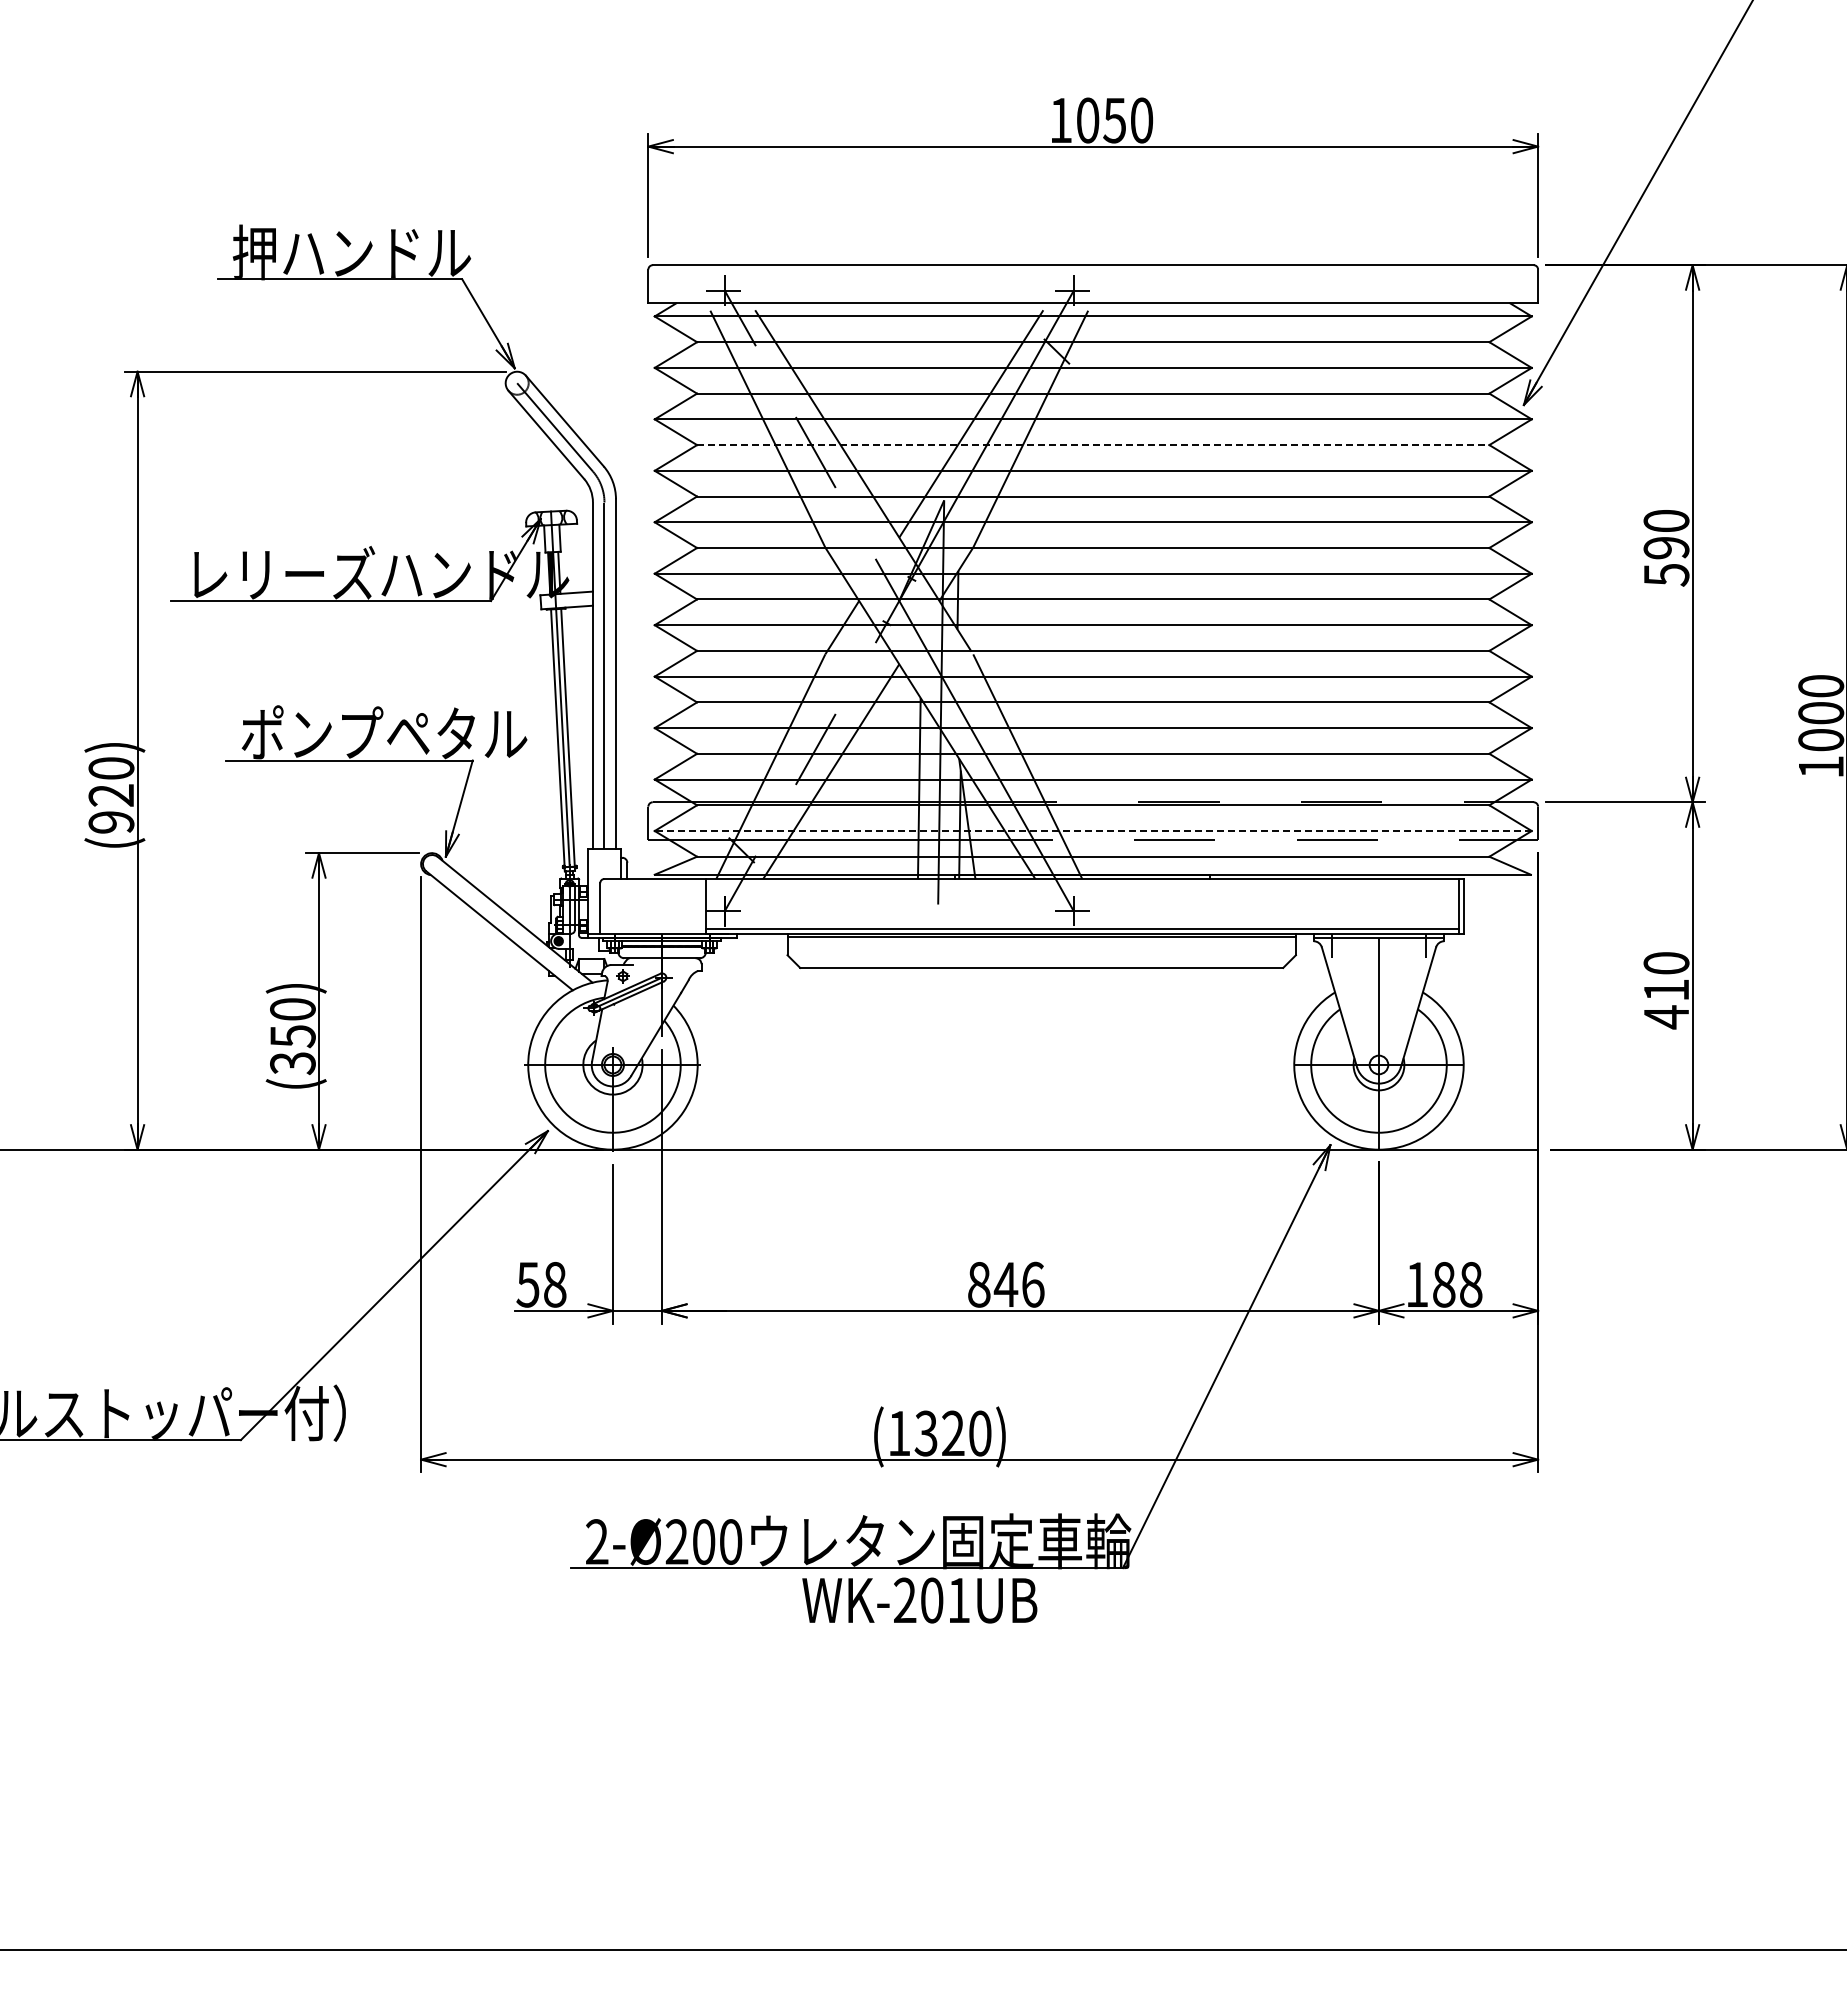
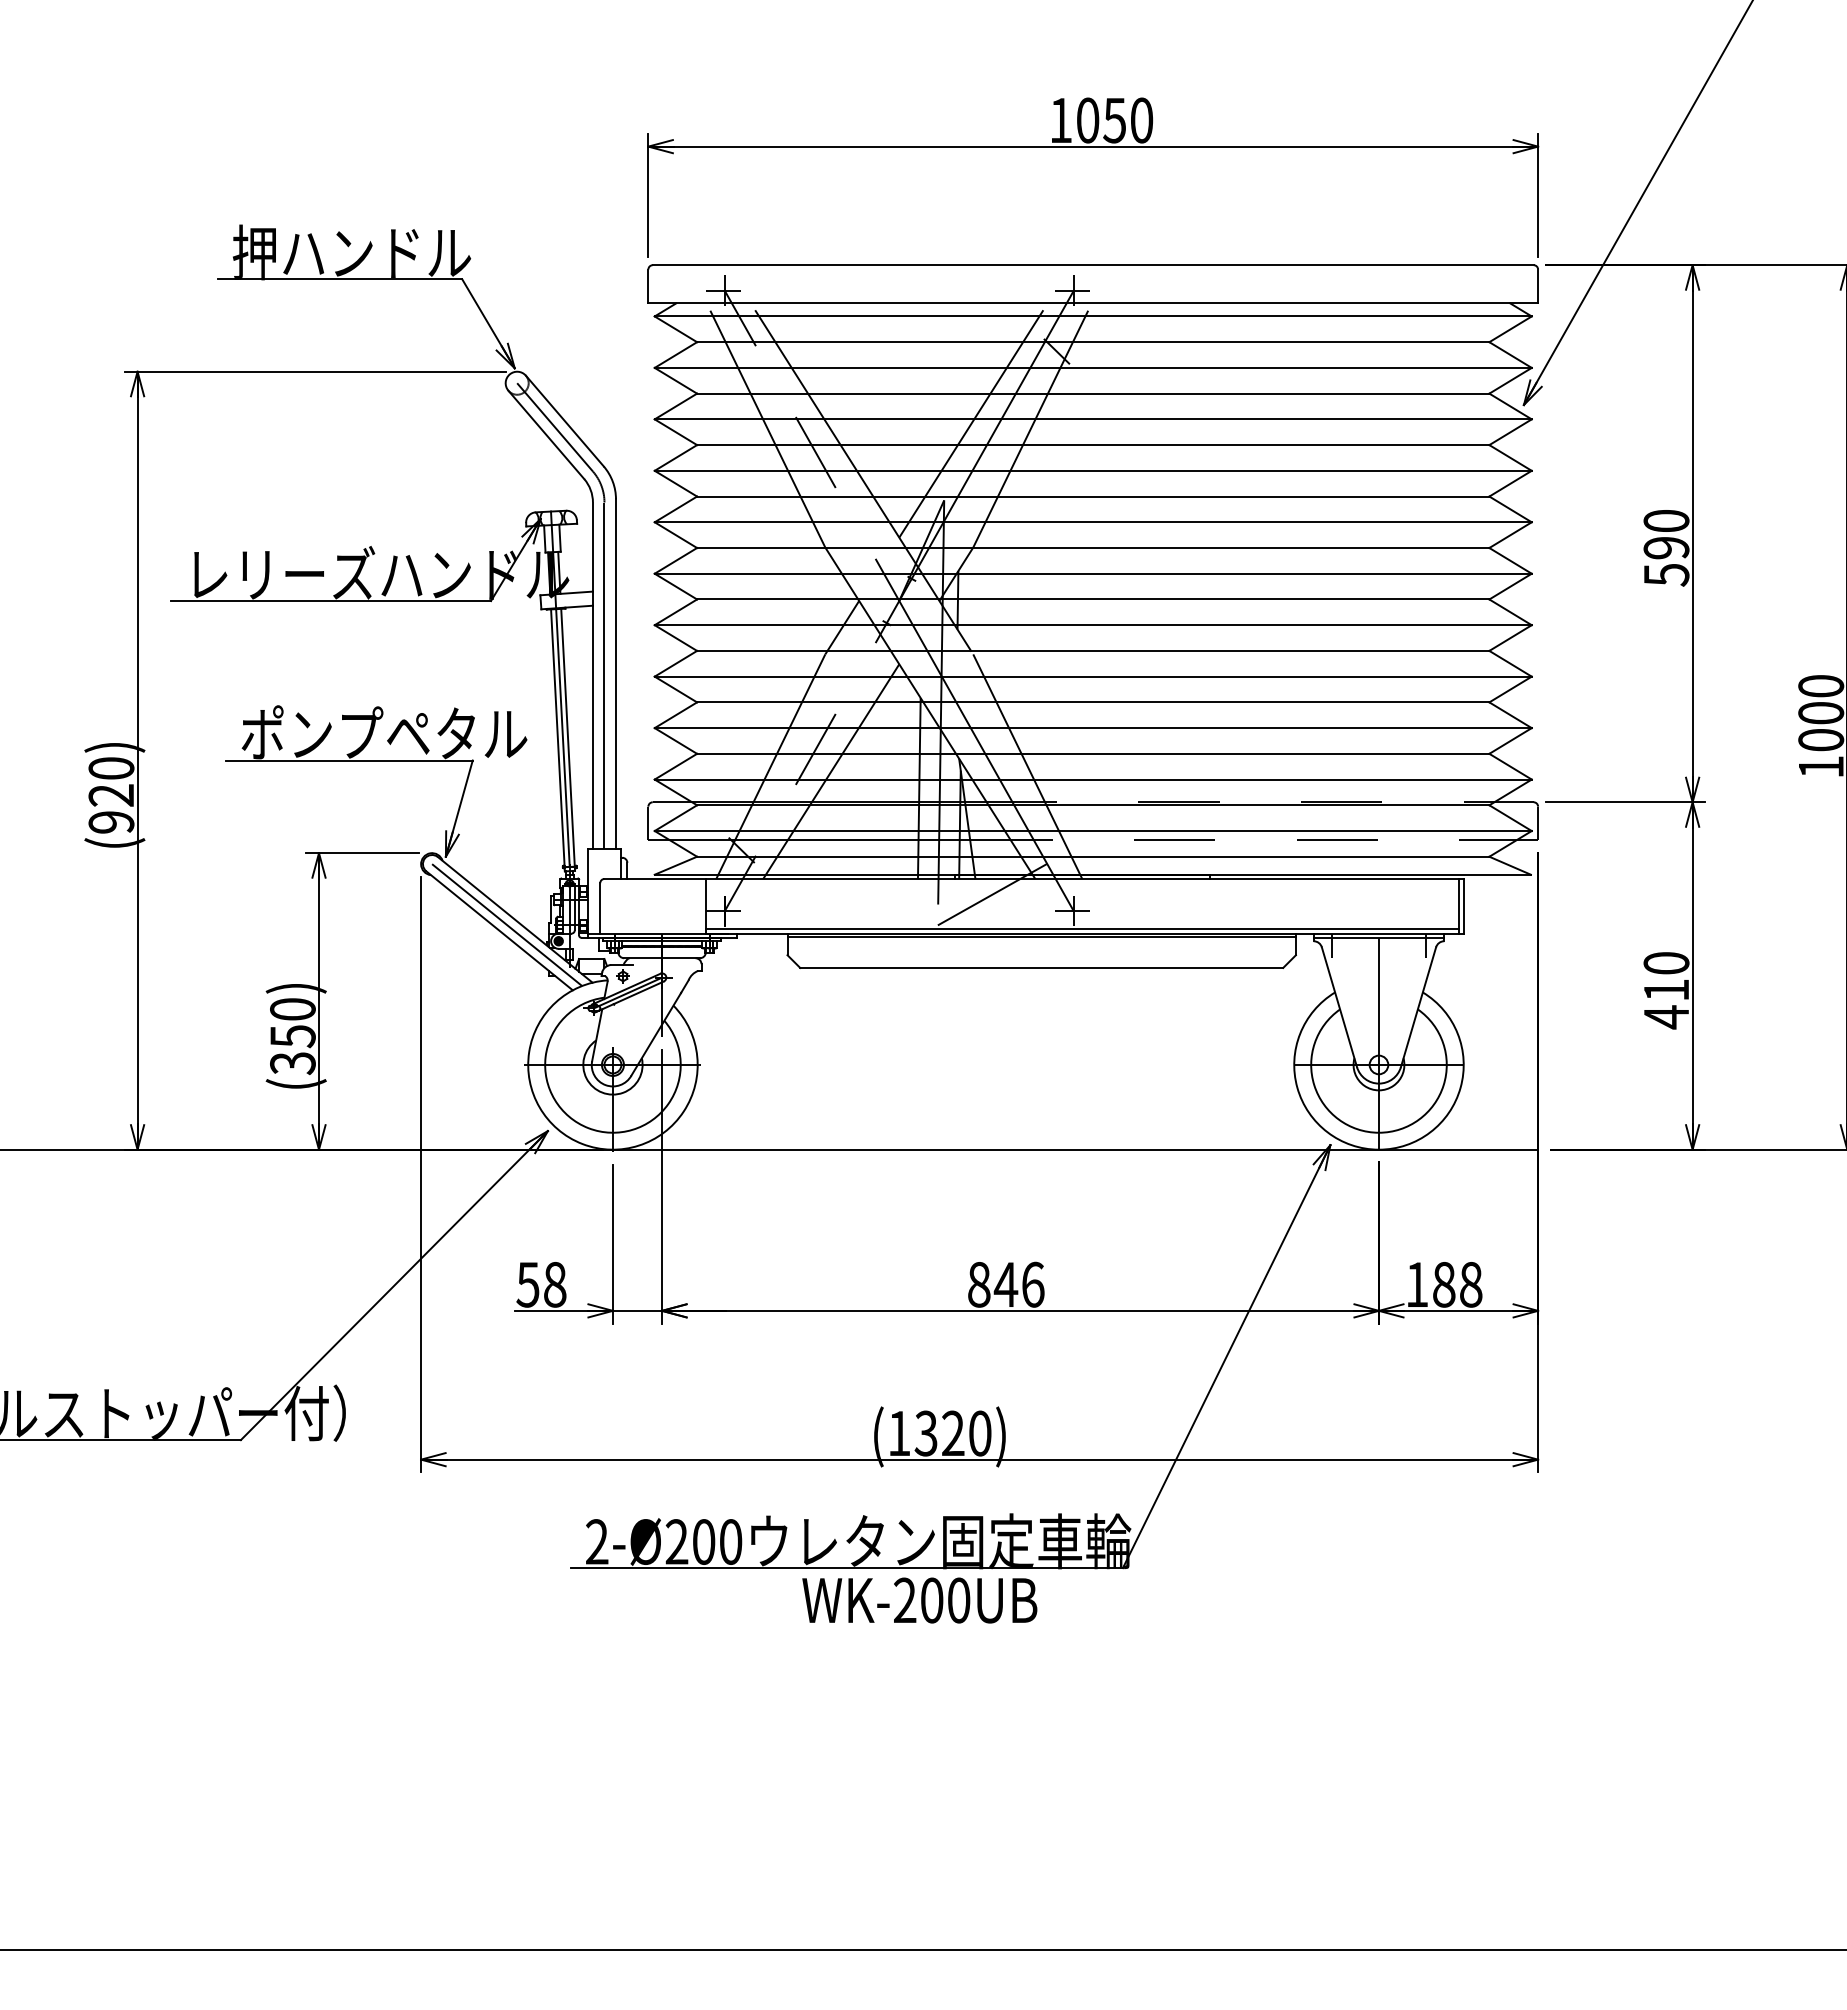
line at (1093, 445): dashed -> solid
line at (1093, 831): dashed -> solid
line at (992, 894): none -> present
line at (507, 925): none -> present
text at (959, 1600): WK-201UB -> WK-200UB
